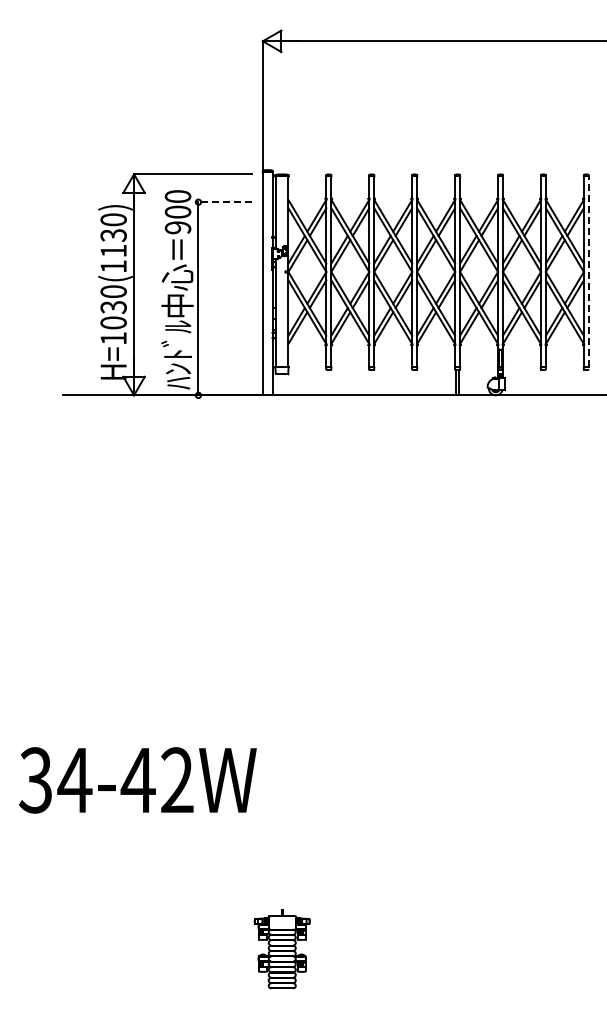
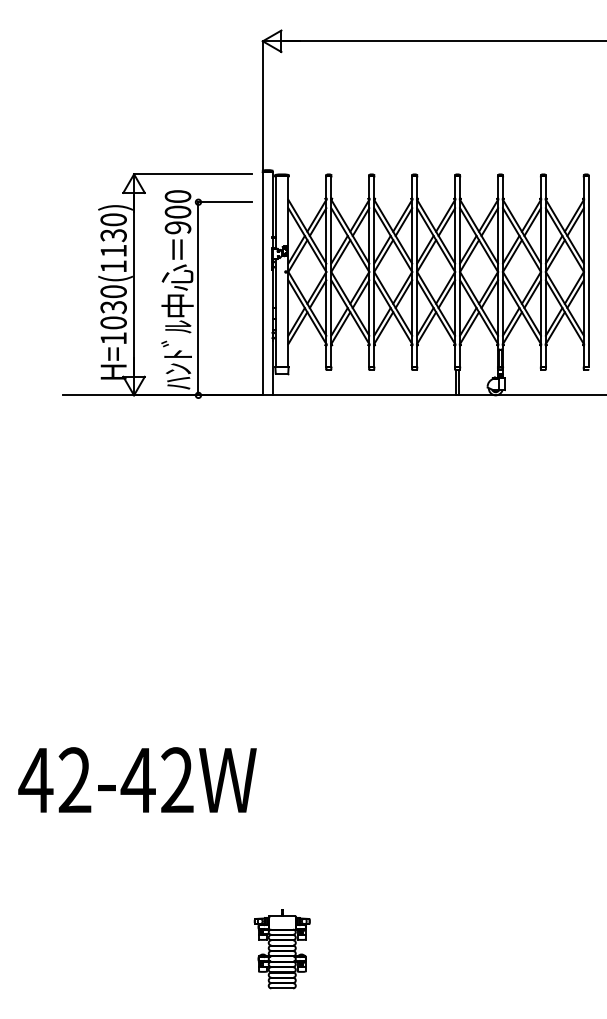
line at (225, 202): dashed -> solid
line at (588, 271): dashed -> solid
text at (55, 780): 34-42W -> 42-42W
